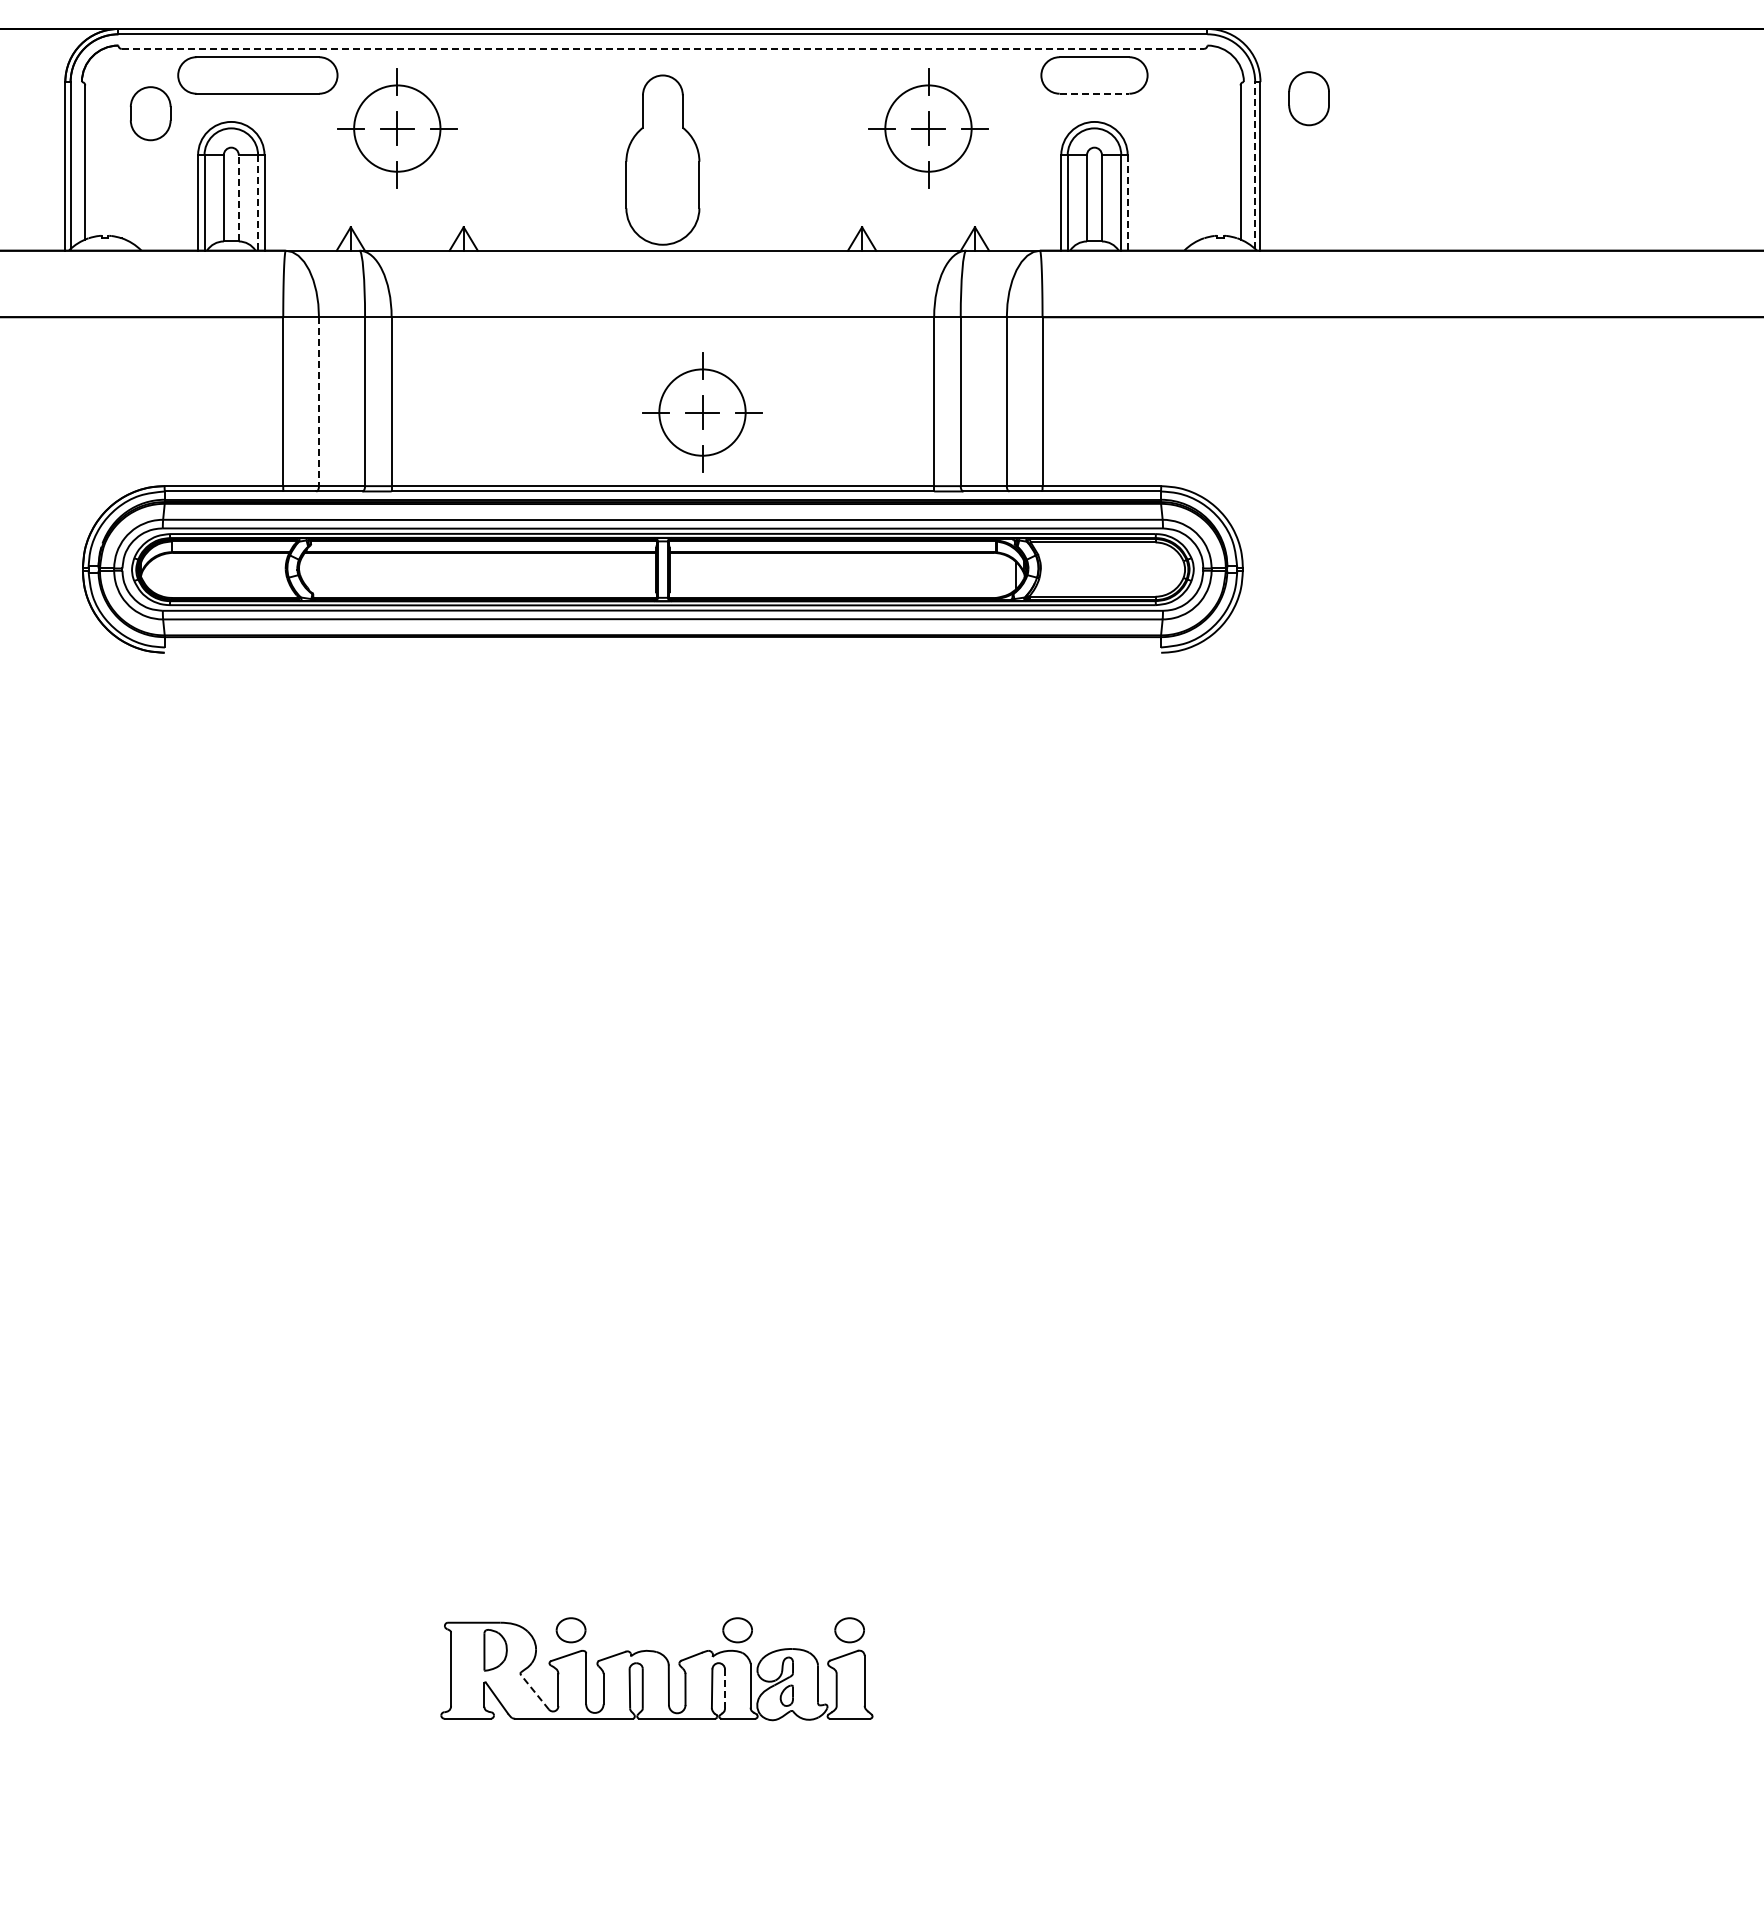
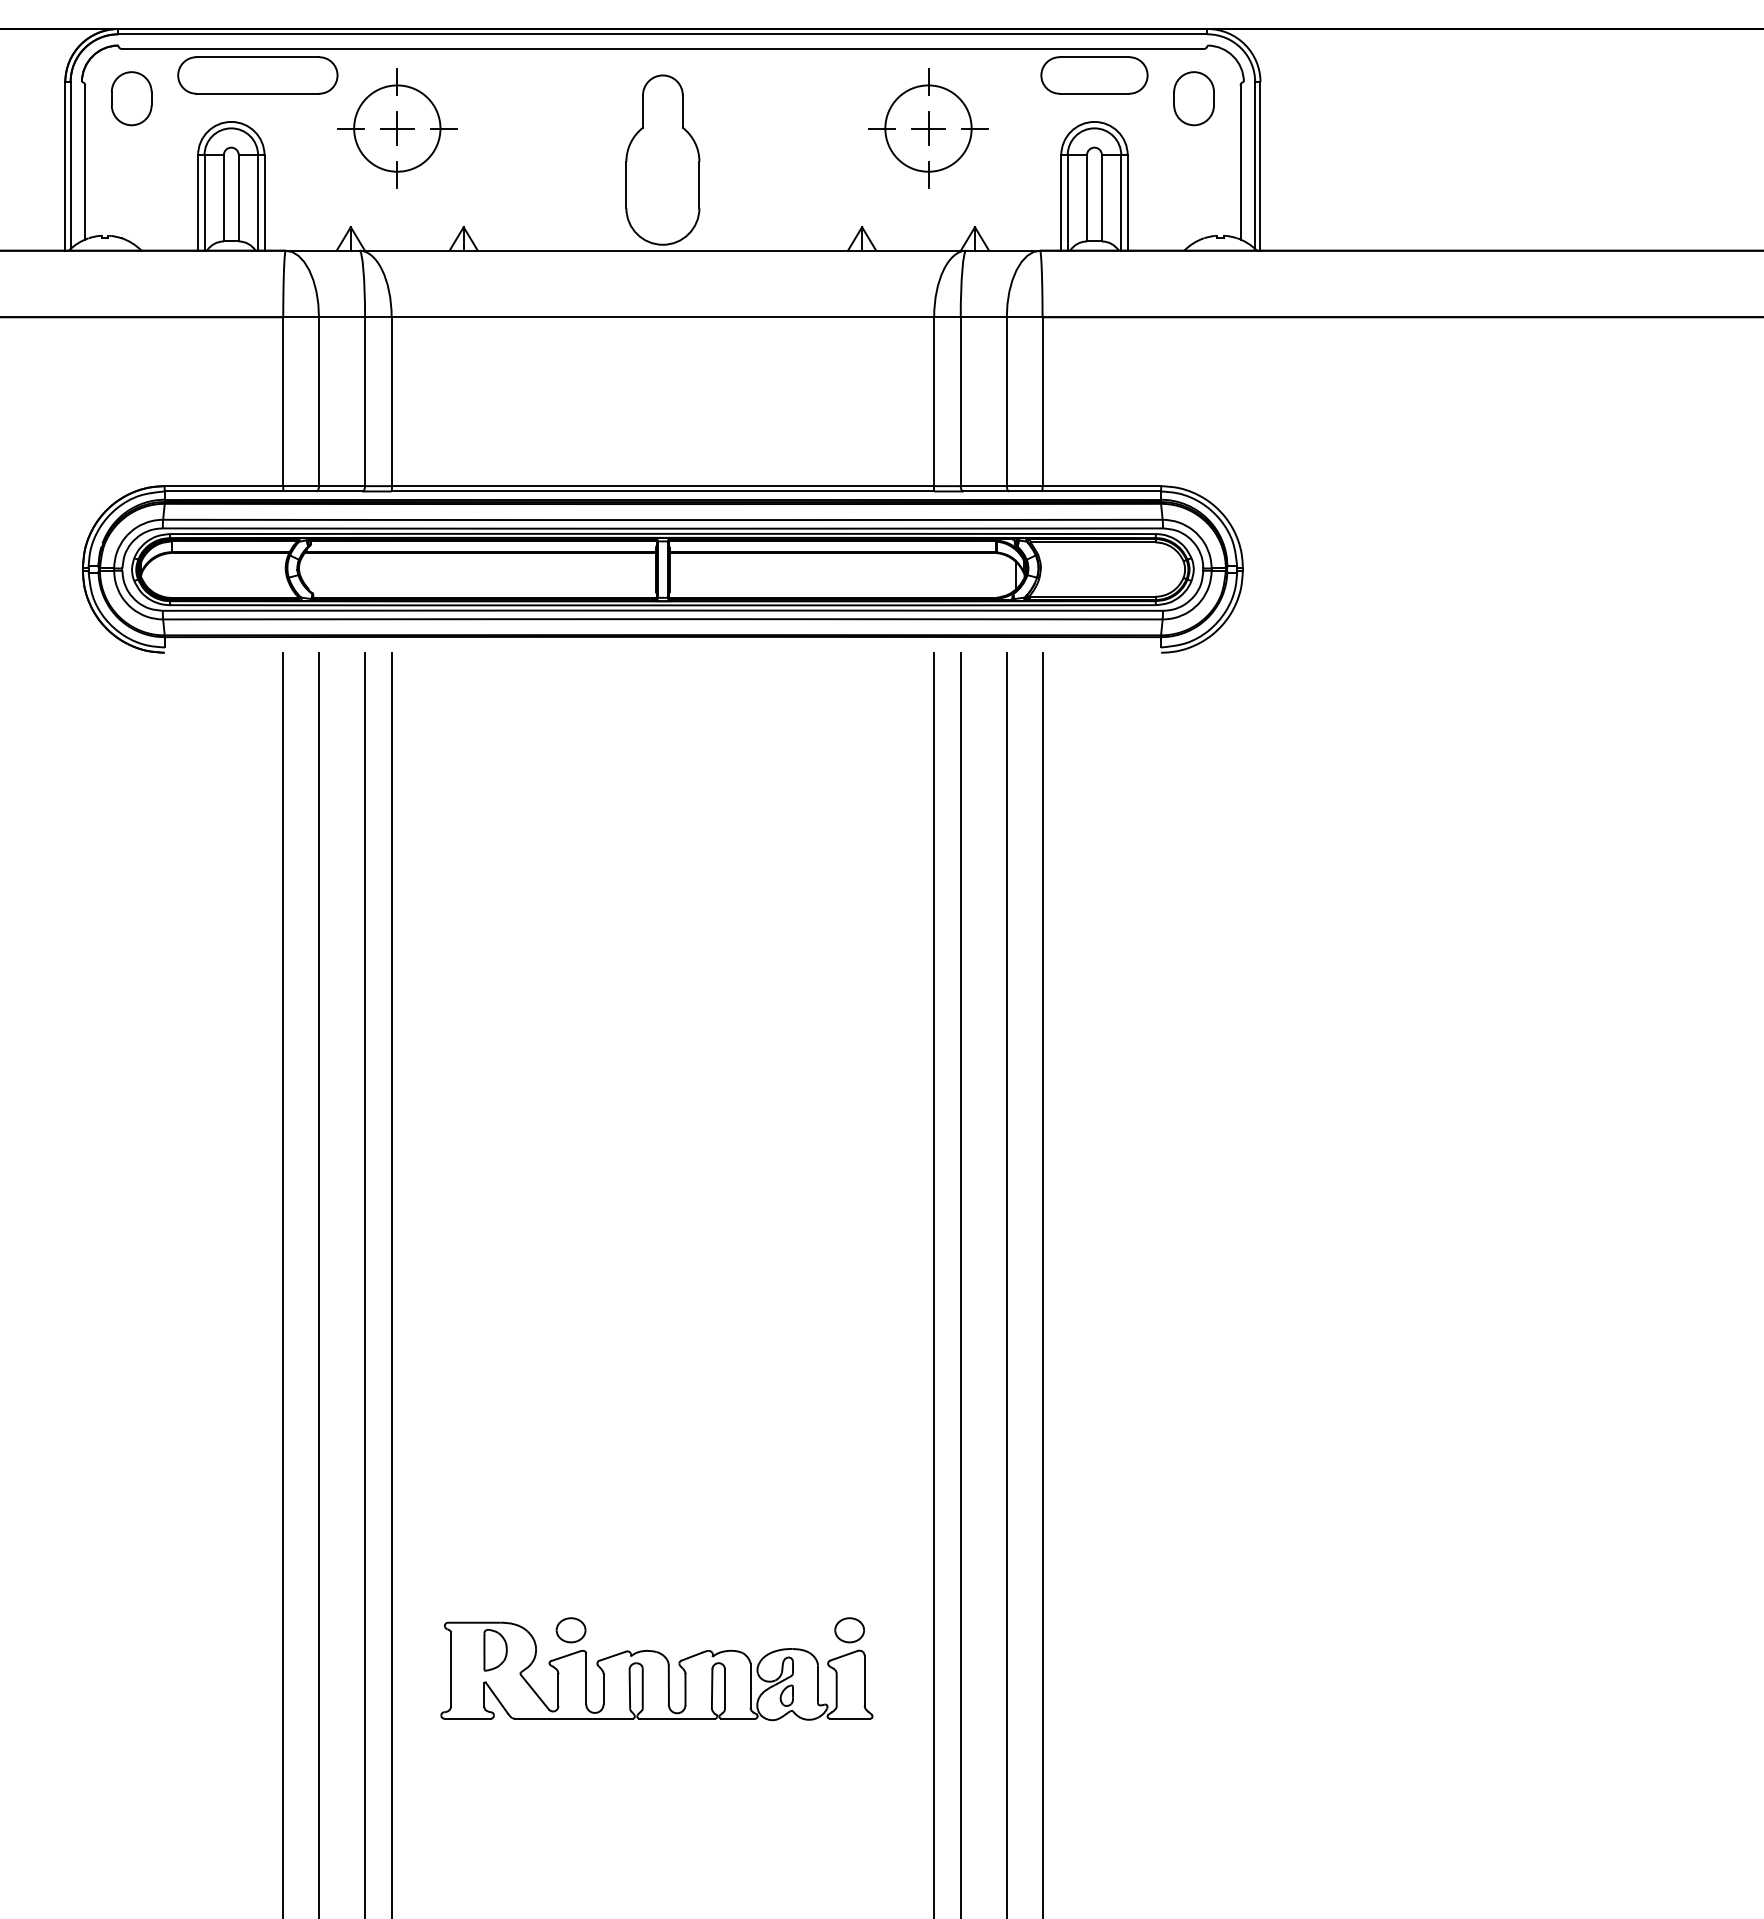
line at (663, 48): dashed -> solid
line at (1094, 93): dashed -> solid
part at (1308, 98) position: (1308, 98) -> (1193, 98)
part at (150, 113) position: (150, 113) -> (131, 98)
line at (1255, 165): dashed -> solid
line at (238, 197): dashed -> solid
line at (258, 202): dashed -> solid
line at (1127, 202): dashed -> solid
line at (319, 402): dashed -> solid
part at (702, 412): present -> none
line at (283, 1283): none -> present
line at (319, 1283): none -> present
line at (365, 1283): none -> present
line at (391, 1283): none -> present
line at (934, 1283): none -> present
line at (960, 1283): none -> present
line at (1006, 1283): none -> present
line at (1042, 1283): none -> present
part at (737, 1630): present -> none
line at (725, 1689): dashed -> solid
line at (535, 1692): dashed -> solid
